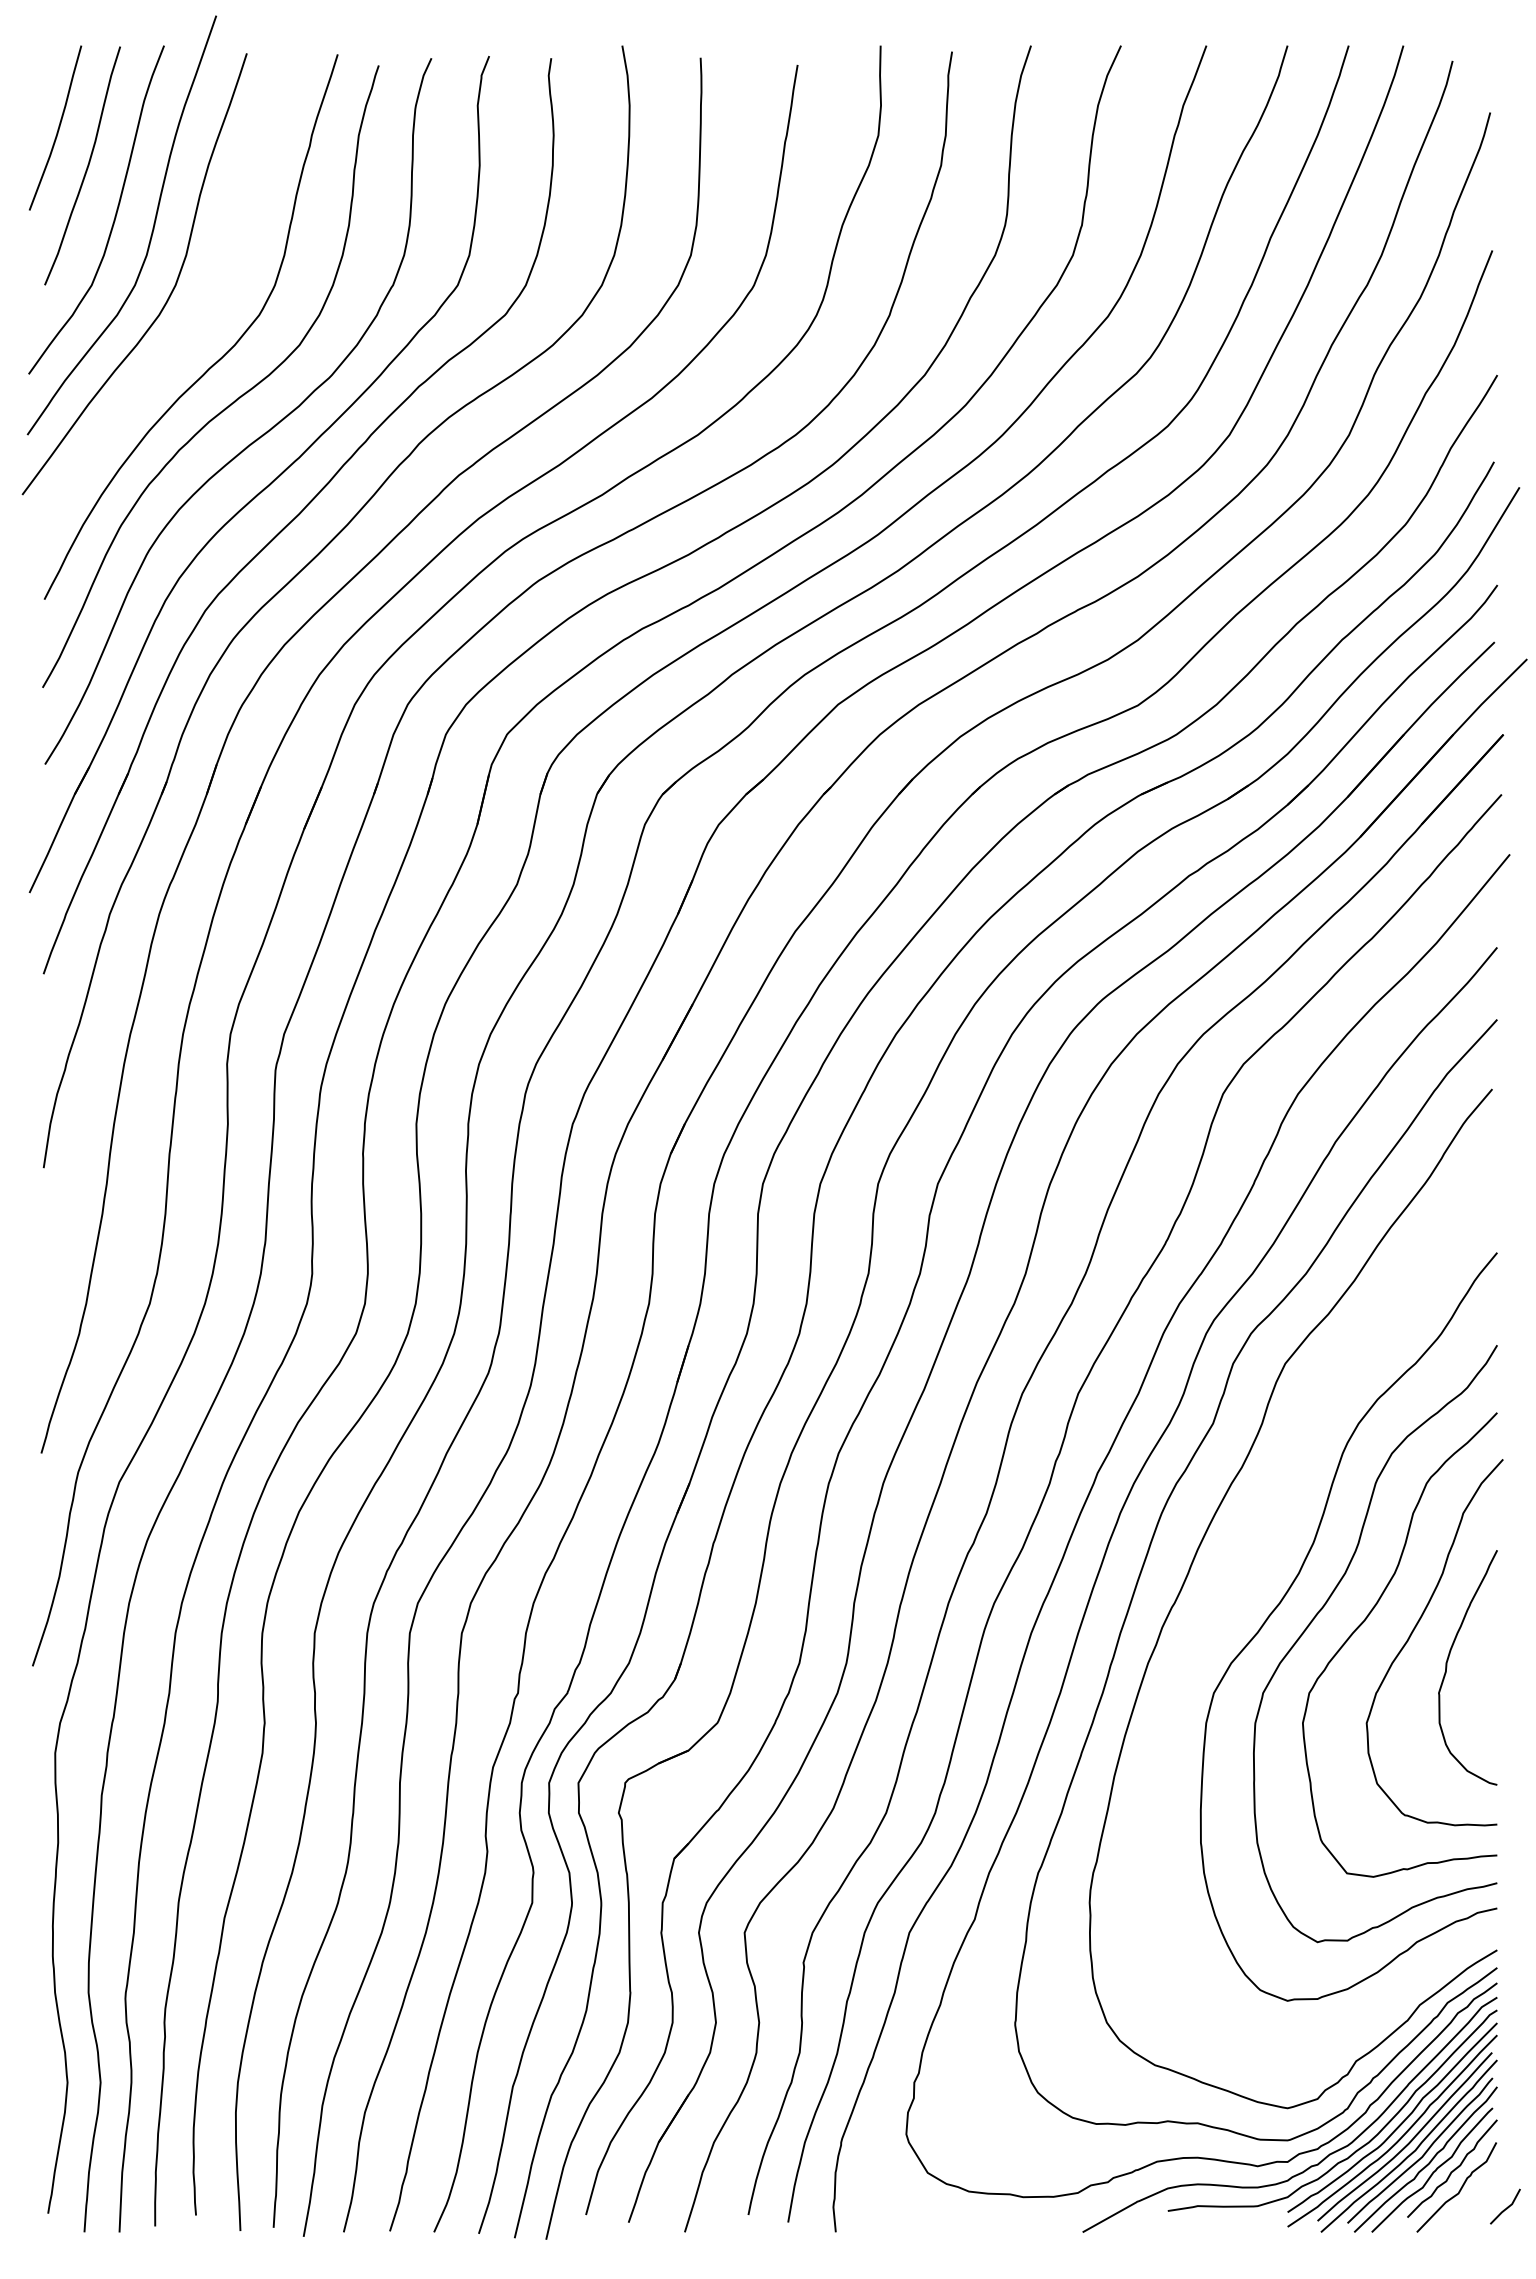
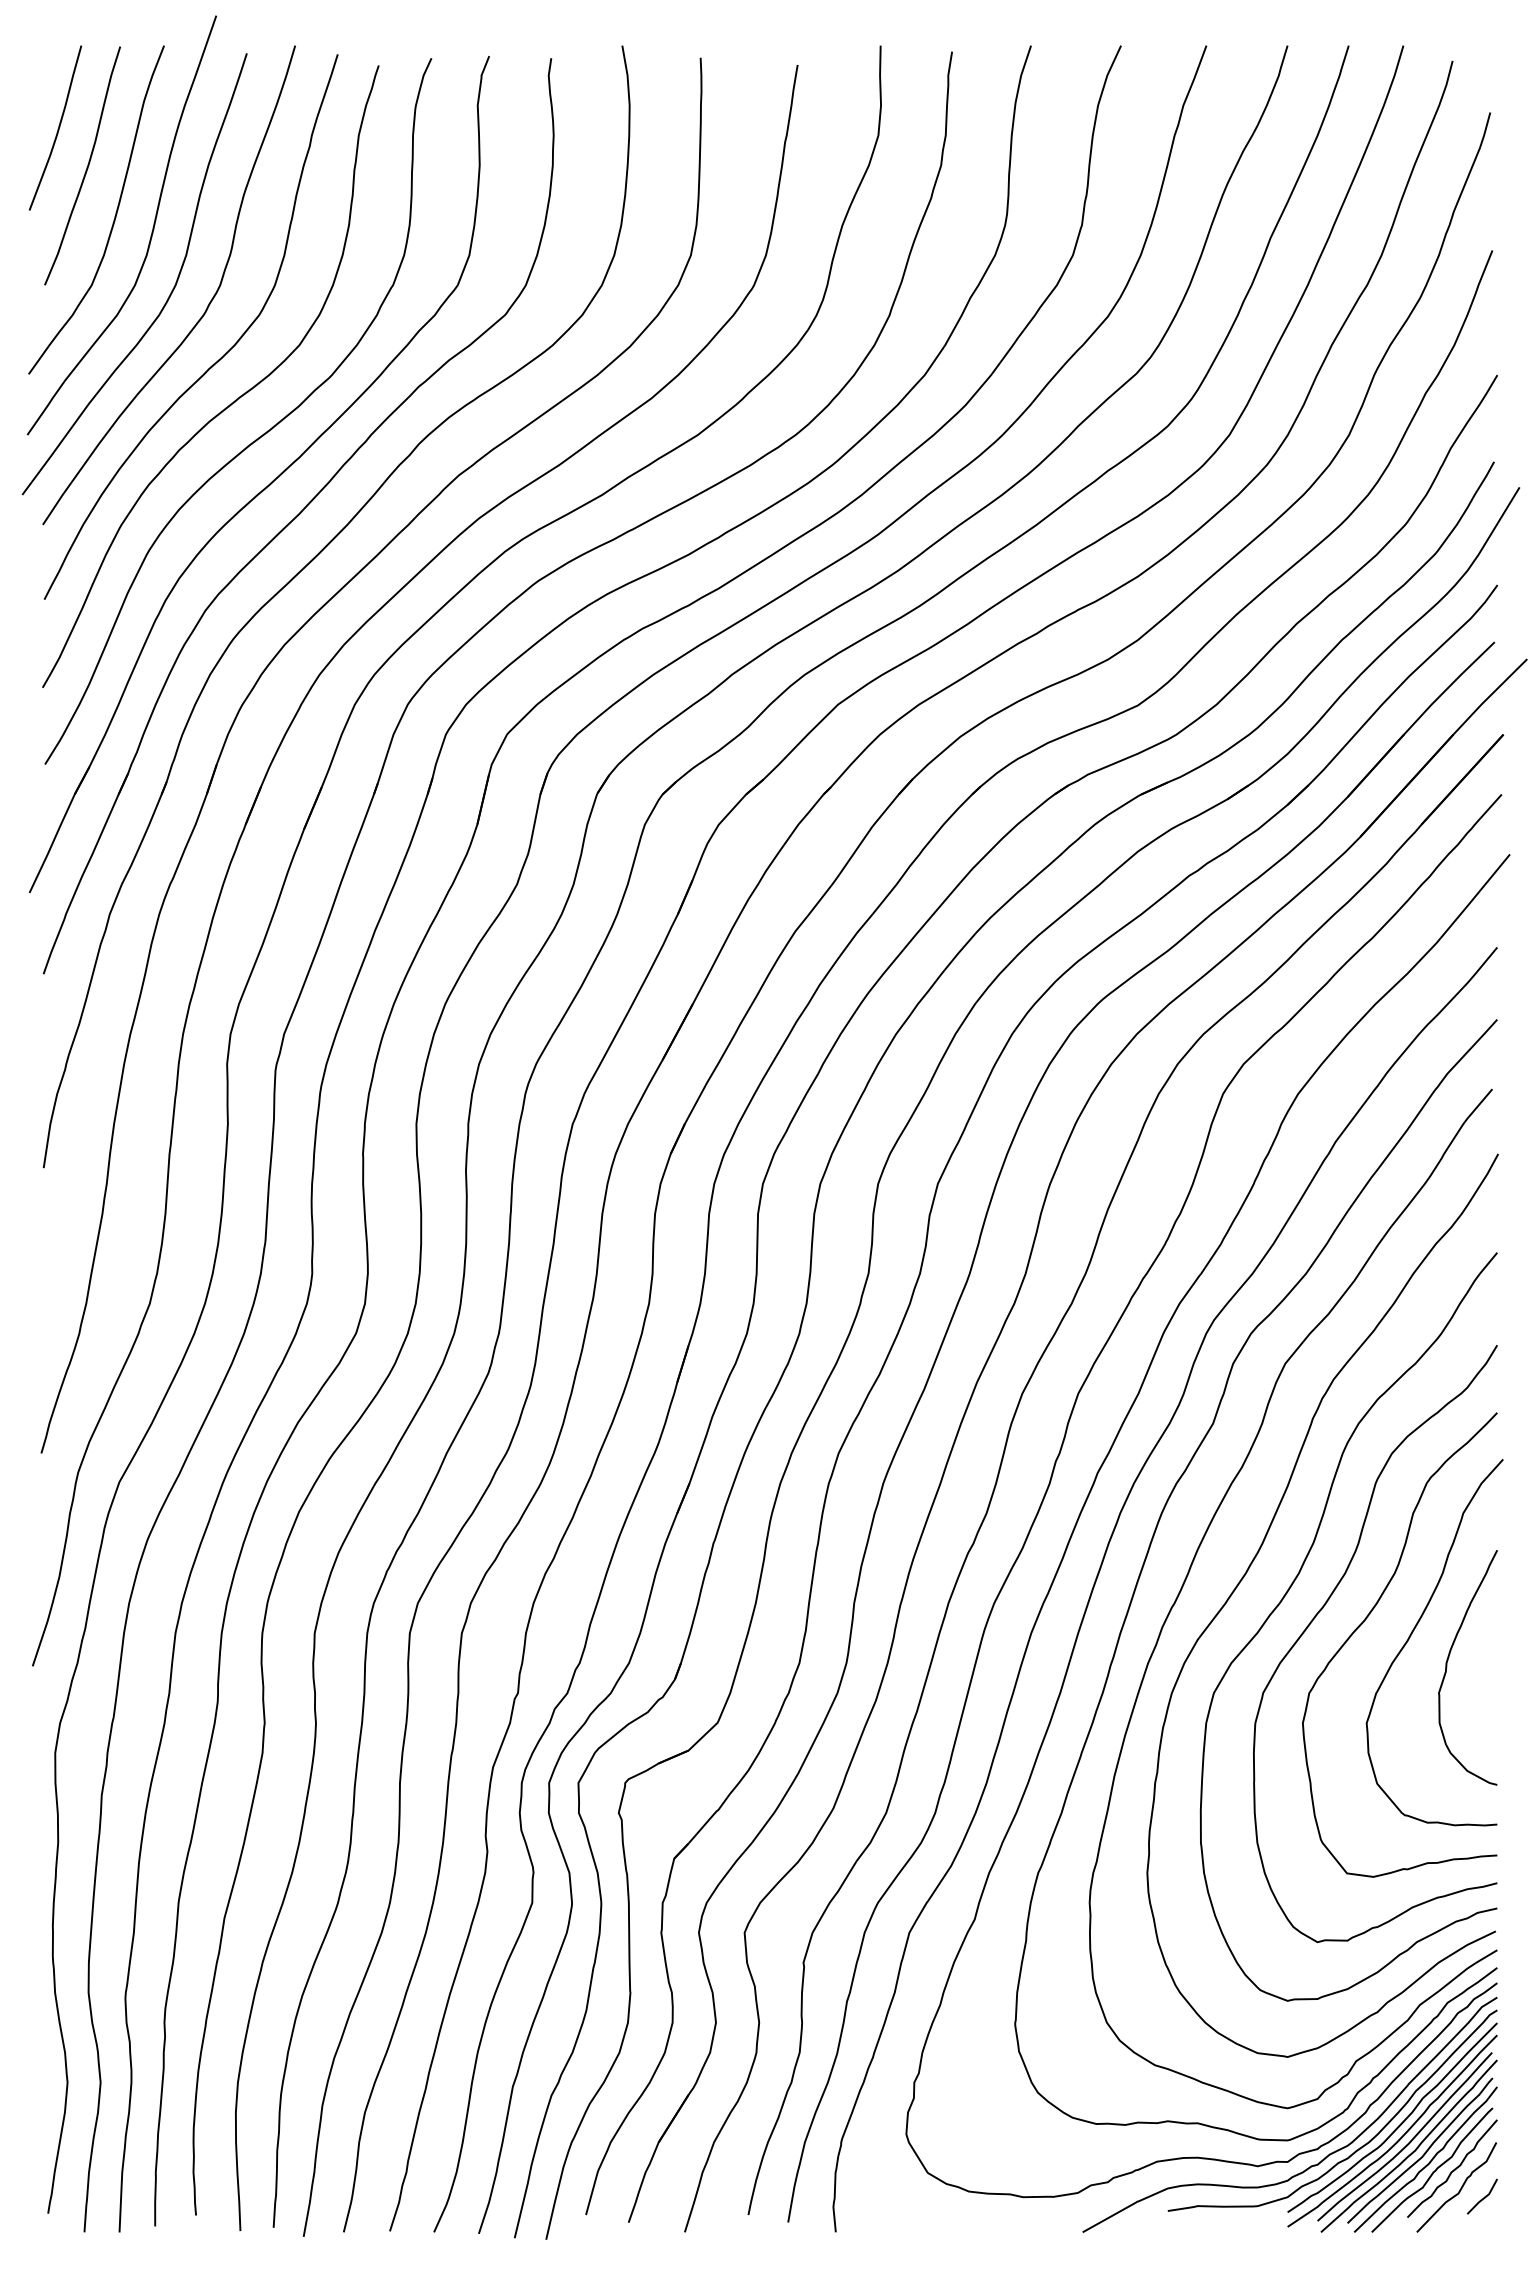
curve at (207, 305): none -> present
curve at (1250, 1567): none -> present
line at (1506, 2207) position: (1506, 2207) -> (1483, 2197)
